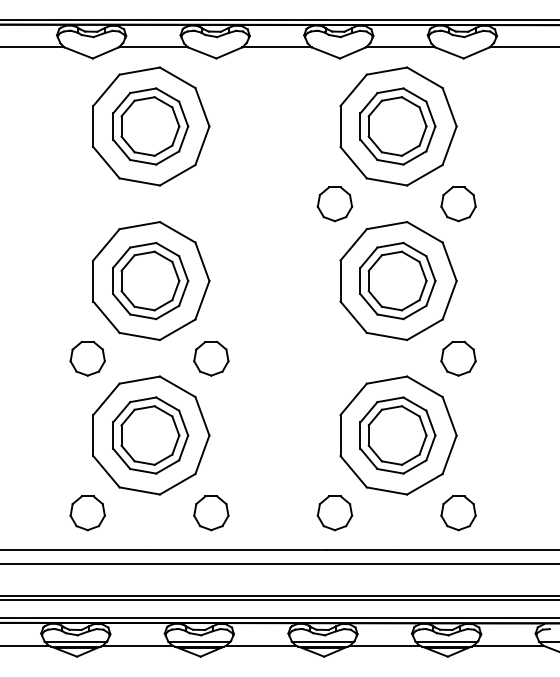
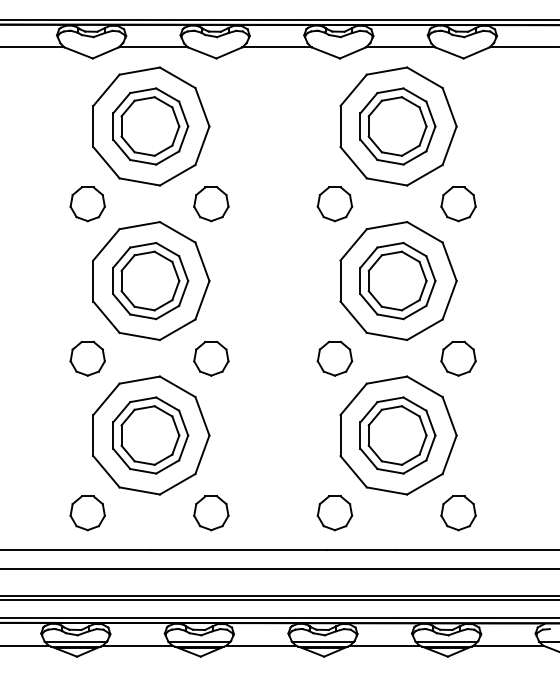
part at (87, 204): none -> present
part at (211, 204): none -> present
part at (334, 358): none -> present
line at (279, 563) position: (279, 563) -> (279, 568)
